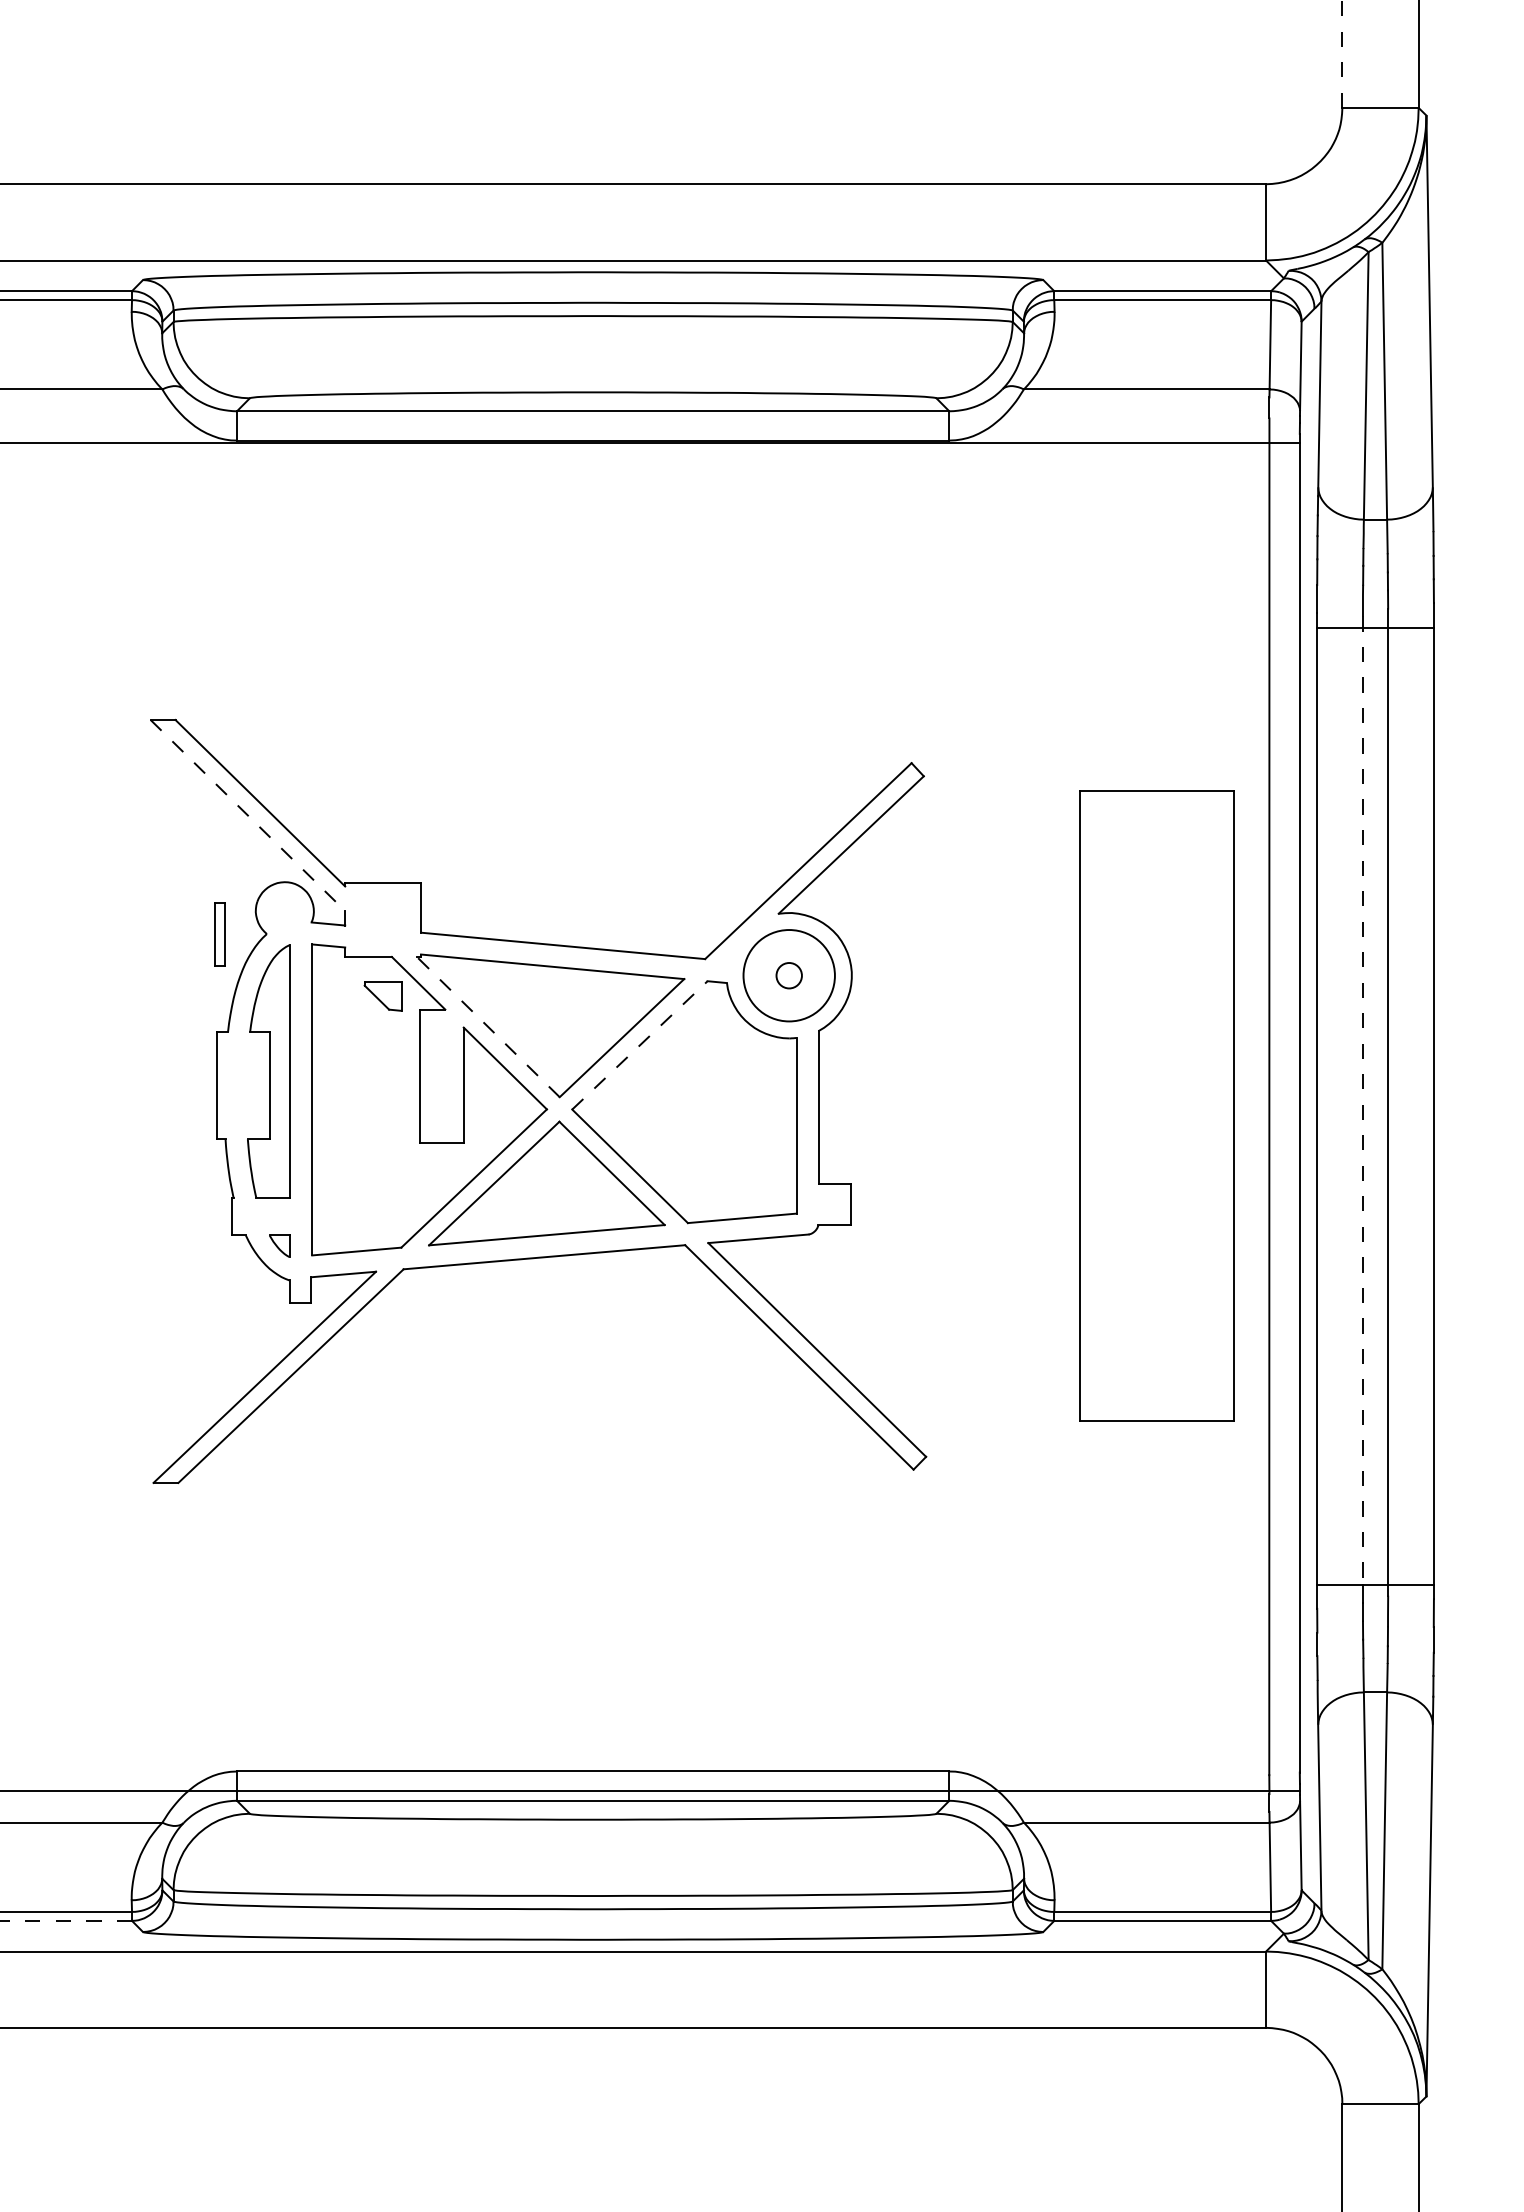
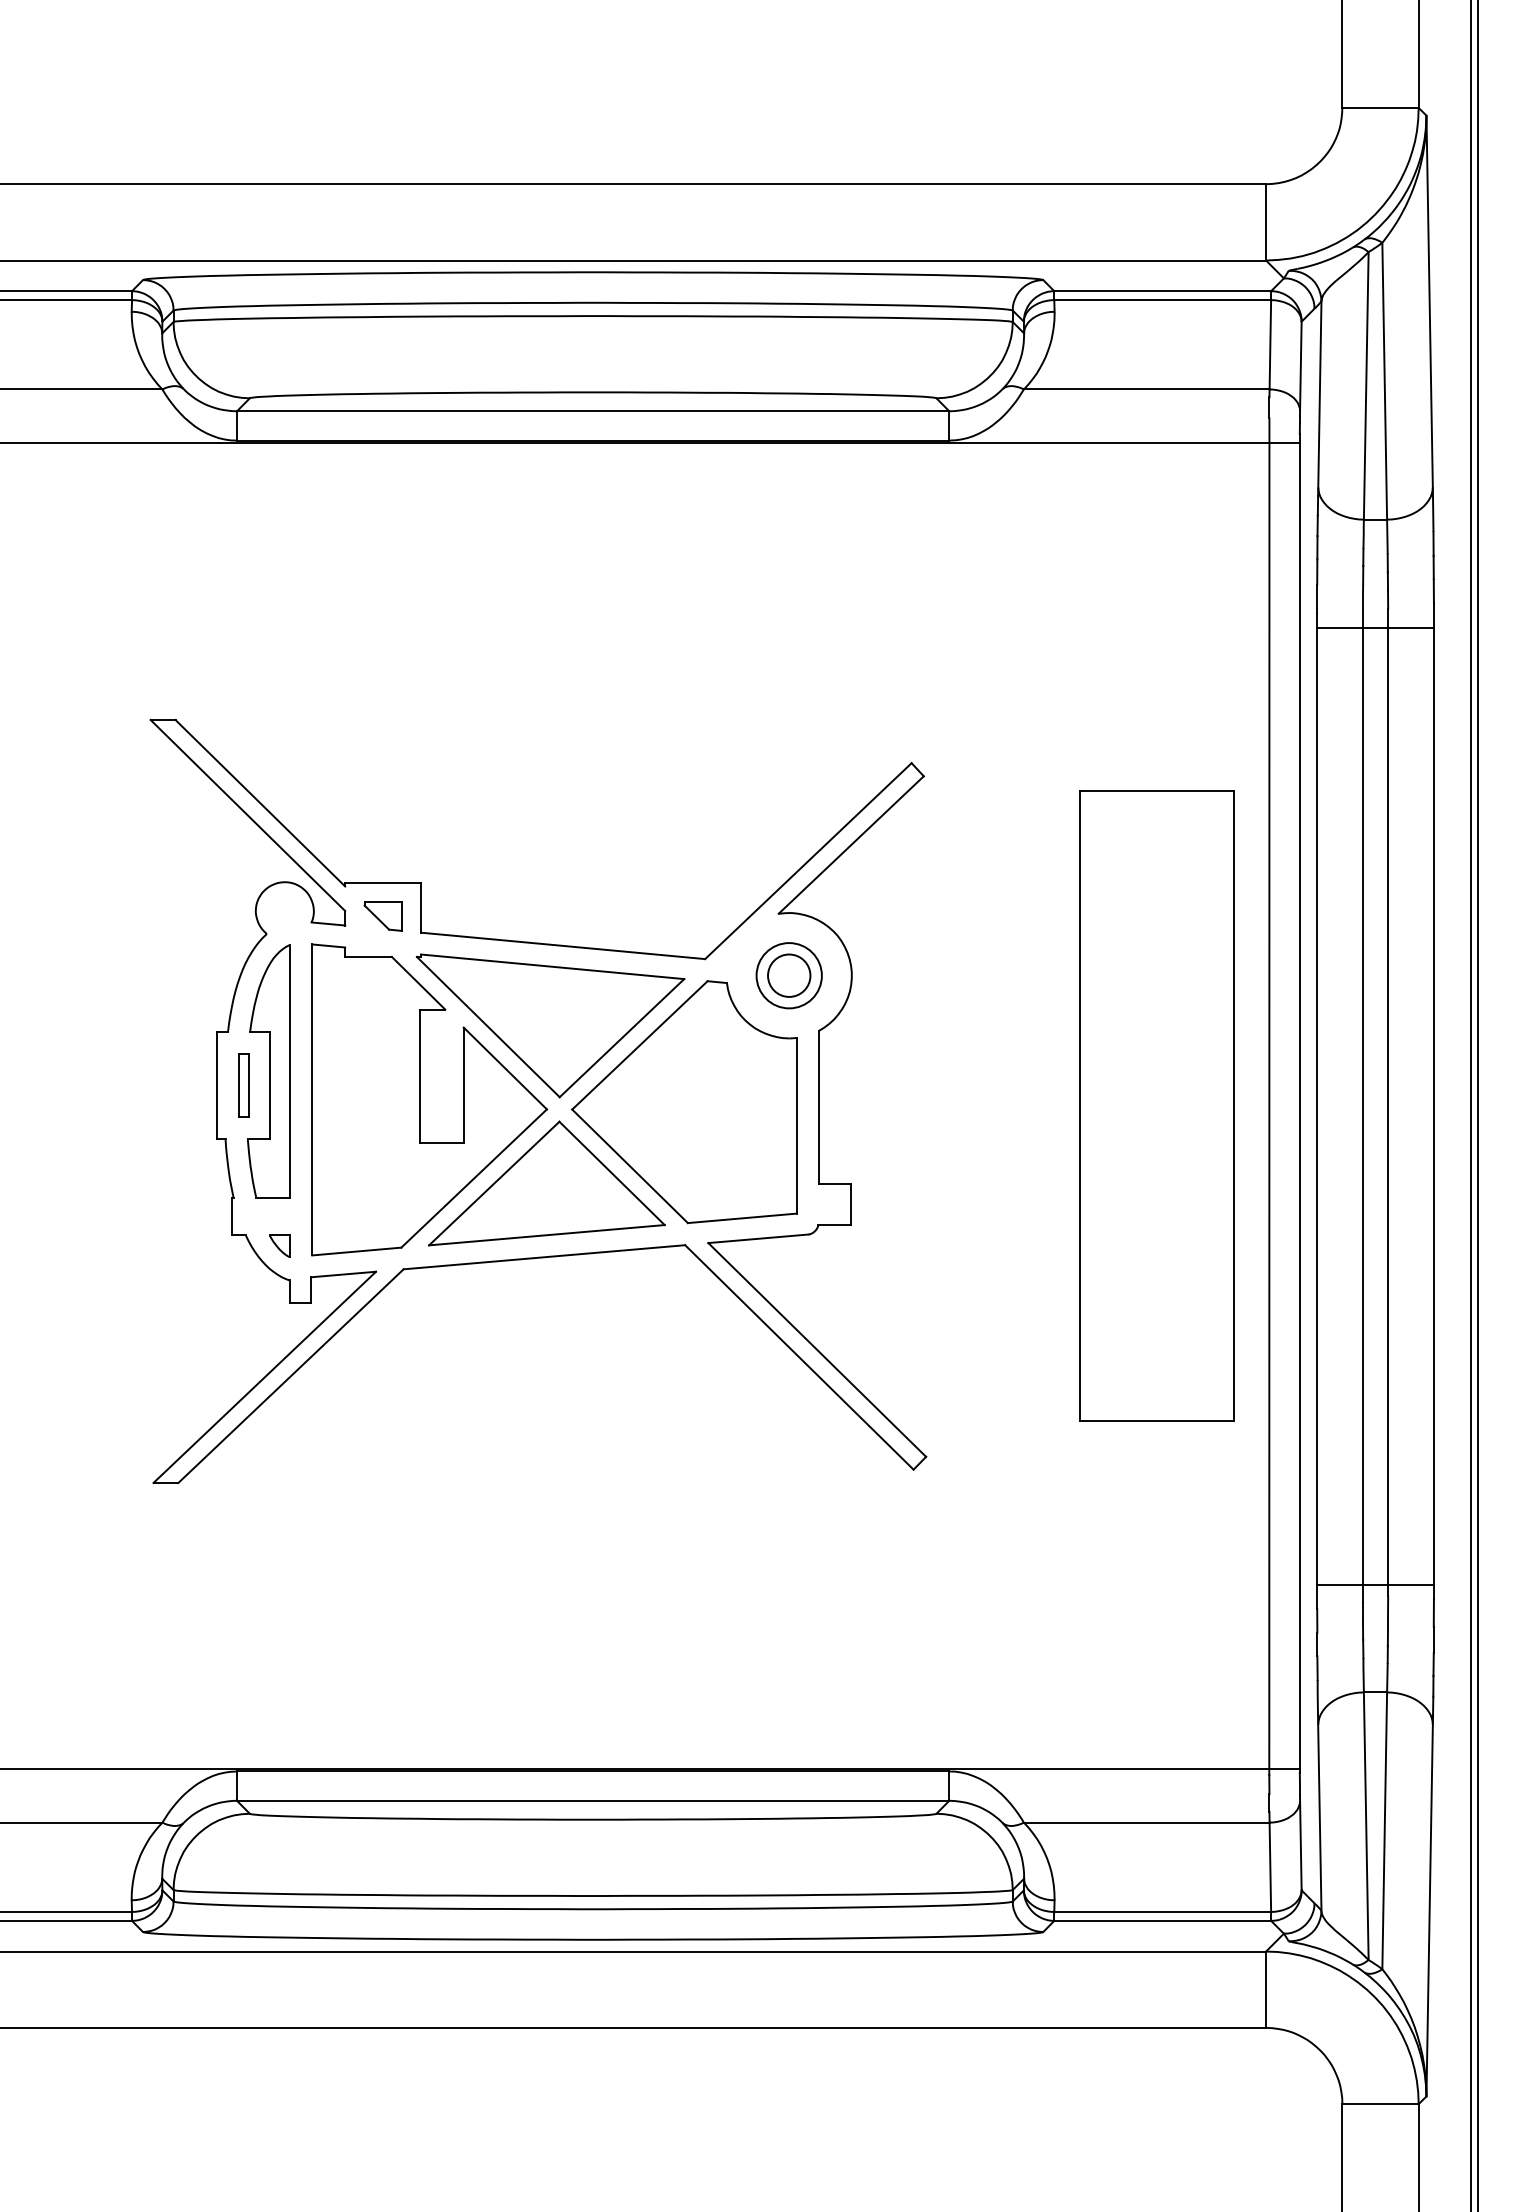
line at (1342, 53): dashed -> solid
line at (248, 815): dashed -> solid
part at (219, 934) position: (219, 934) -> (243, 1085)
circle at (788, 975) diameter: 25 px -> 42 px
circle at (788, 975) diameter: 91 px -> 65 px
part at (382, 996) position: (382, 996) -> (382, 916)
line at (487, 1026): dashed -> solid
line at (640, 1045): dashed -> solid
line at (1362, 1100): dashed -> solid
line at (1470, 1105): none -> present
line at (1478, 1105): none -> present
line at (650, 1790) position: (650, 1790) -> (650, 1768)
line at (66, 1920): dashed -> solid
